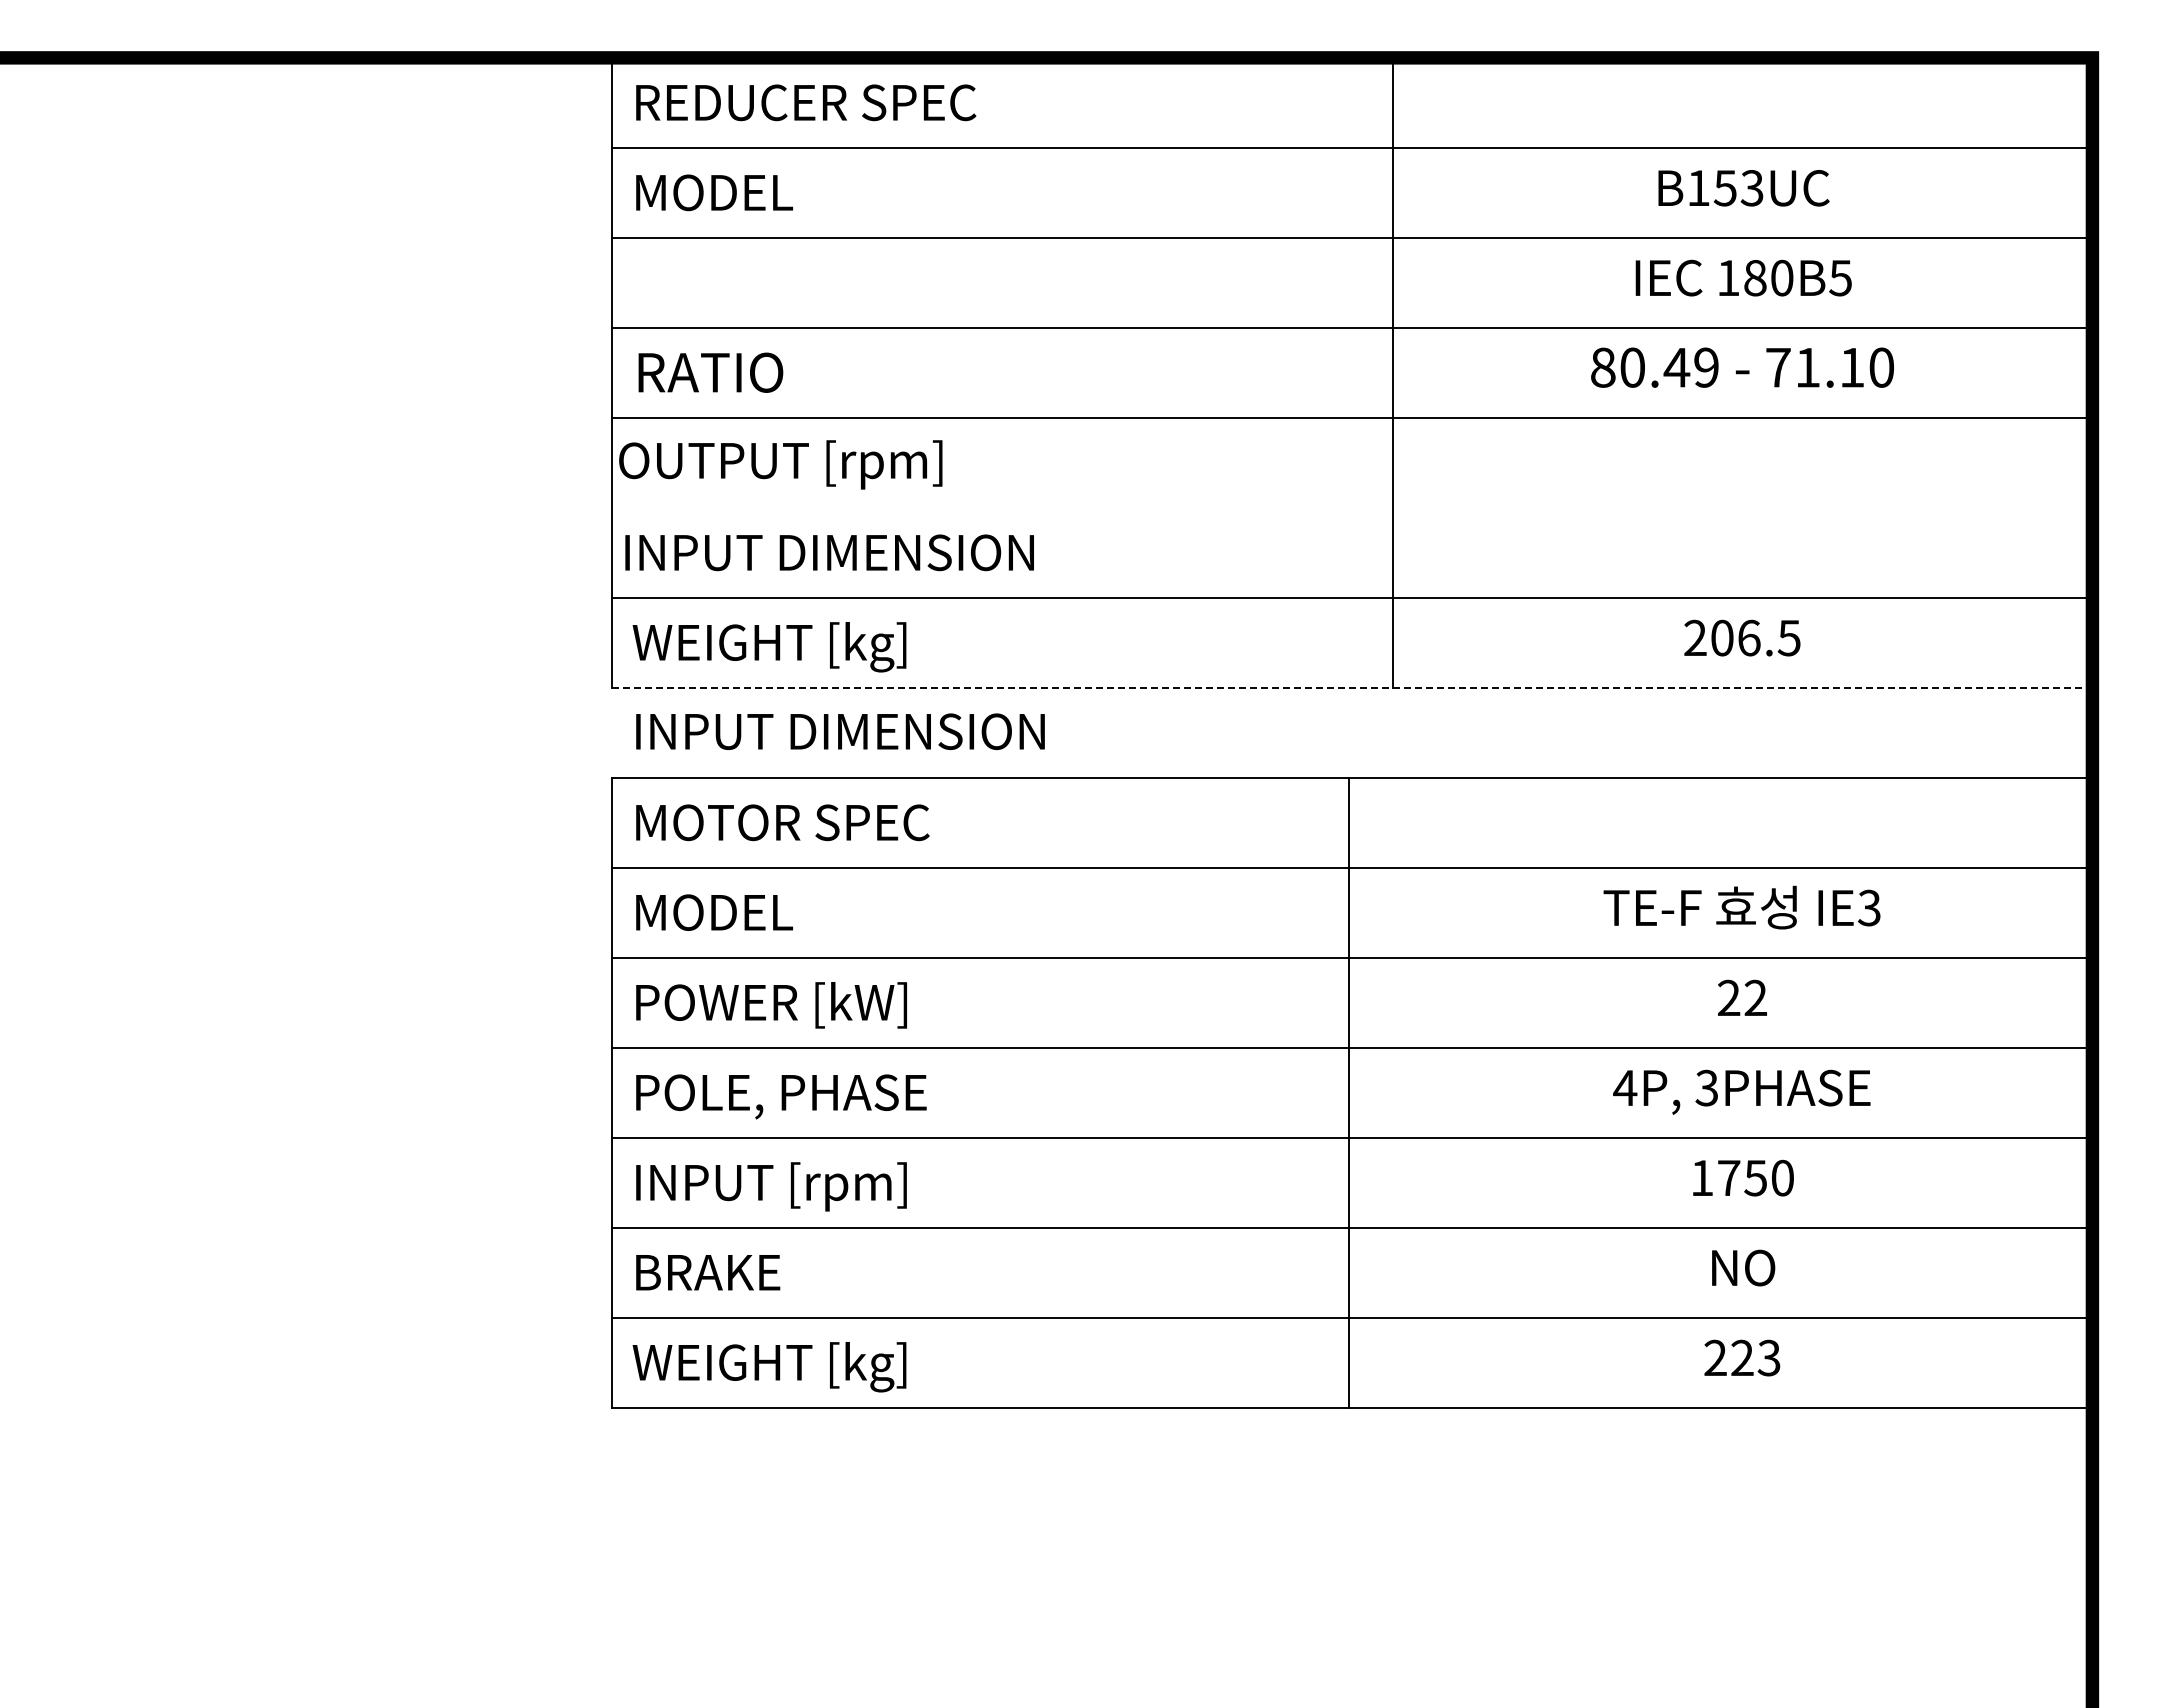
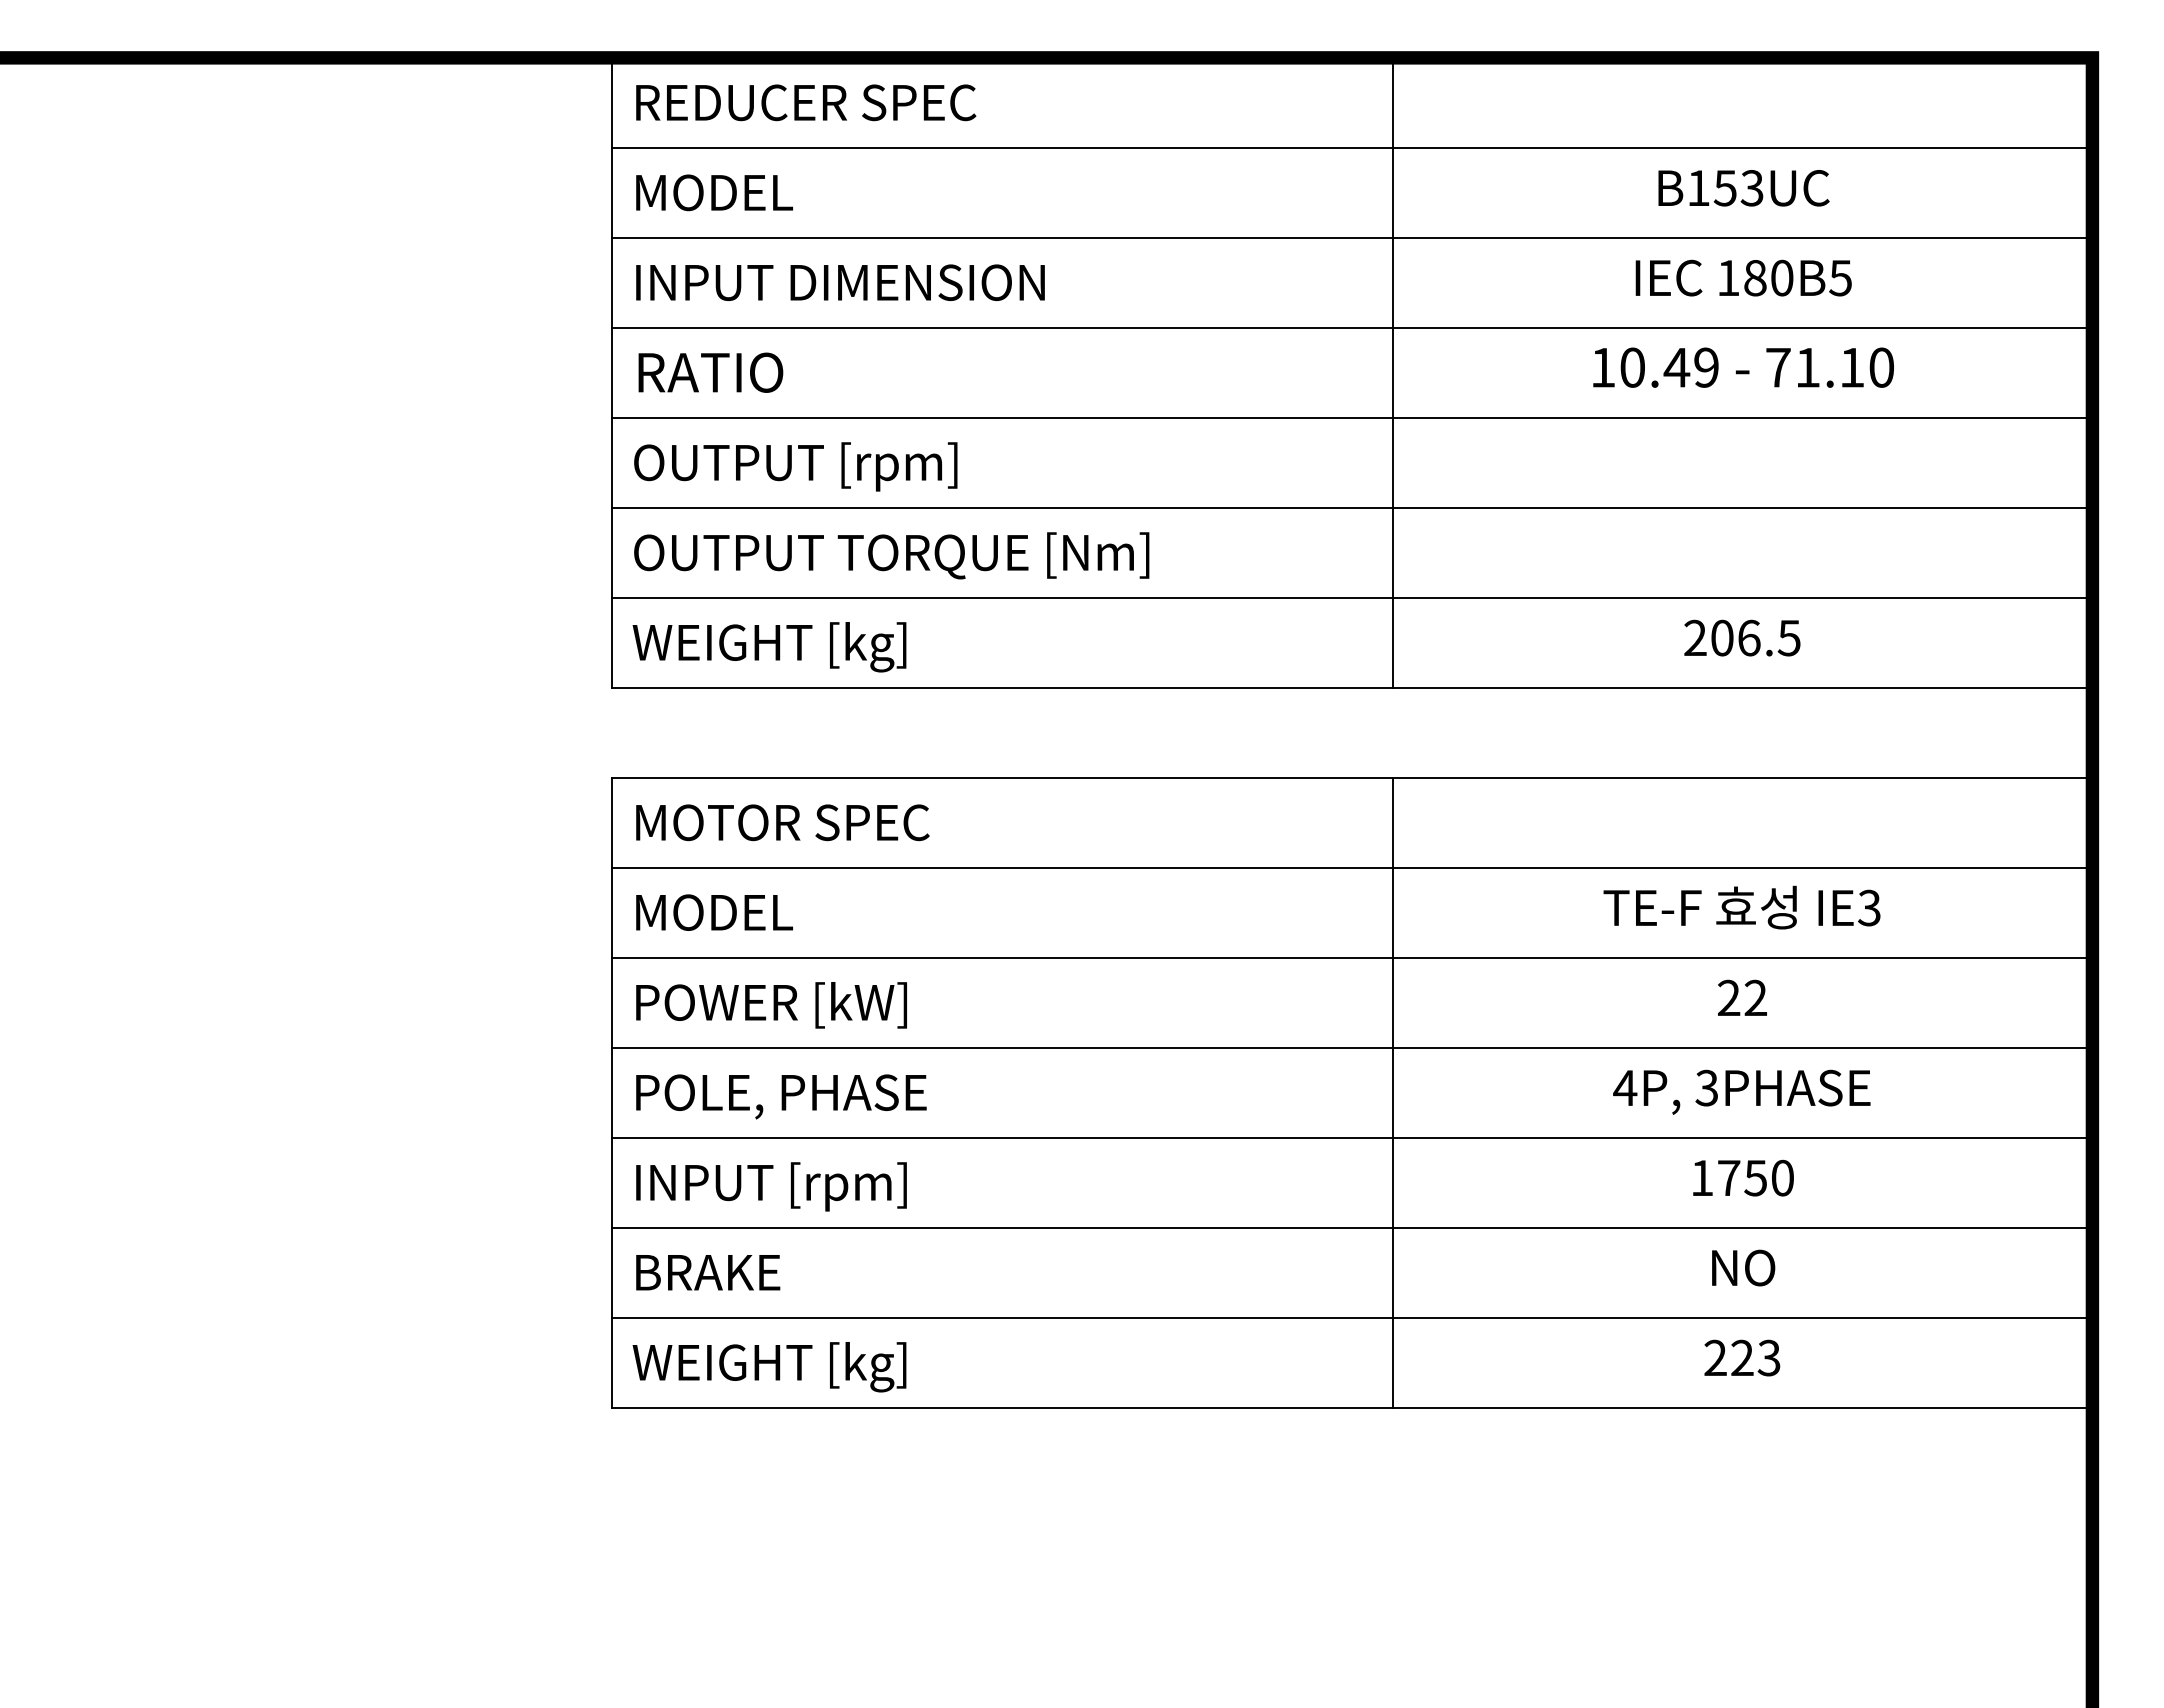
text at (1603, 367): 80.49 -> 10.49
text at (780, 464) position: (780, 464) -> (795, 466)
line at (1351, 507): none -> present
text at (887, 555): INPUT DIMENSION -> OUTPUT TORQUE [Nm]
line at (1352, 687): dashed -> solid
text at (840, 731) position: (840, 731) -> (840, 282)
line at (1348, 1092) position: (1348, 1092) -> (1392, 1092)
